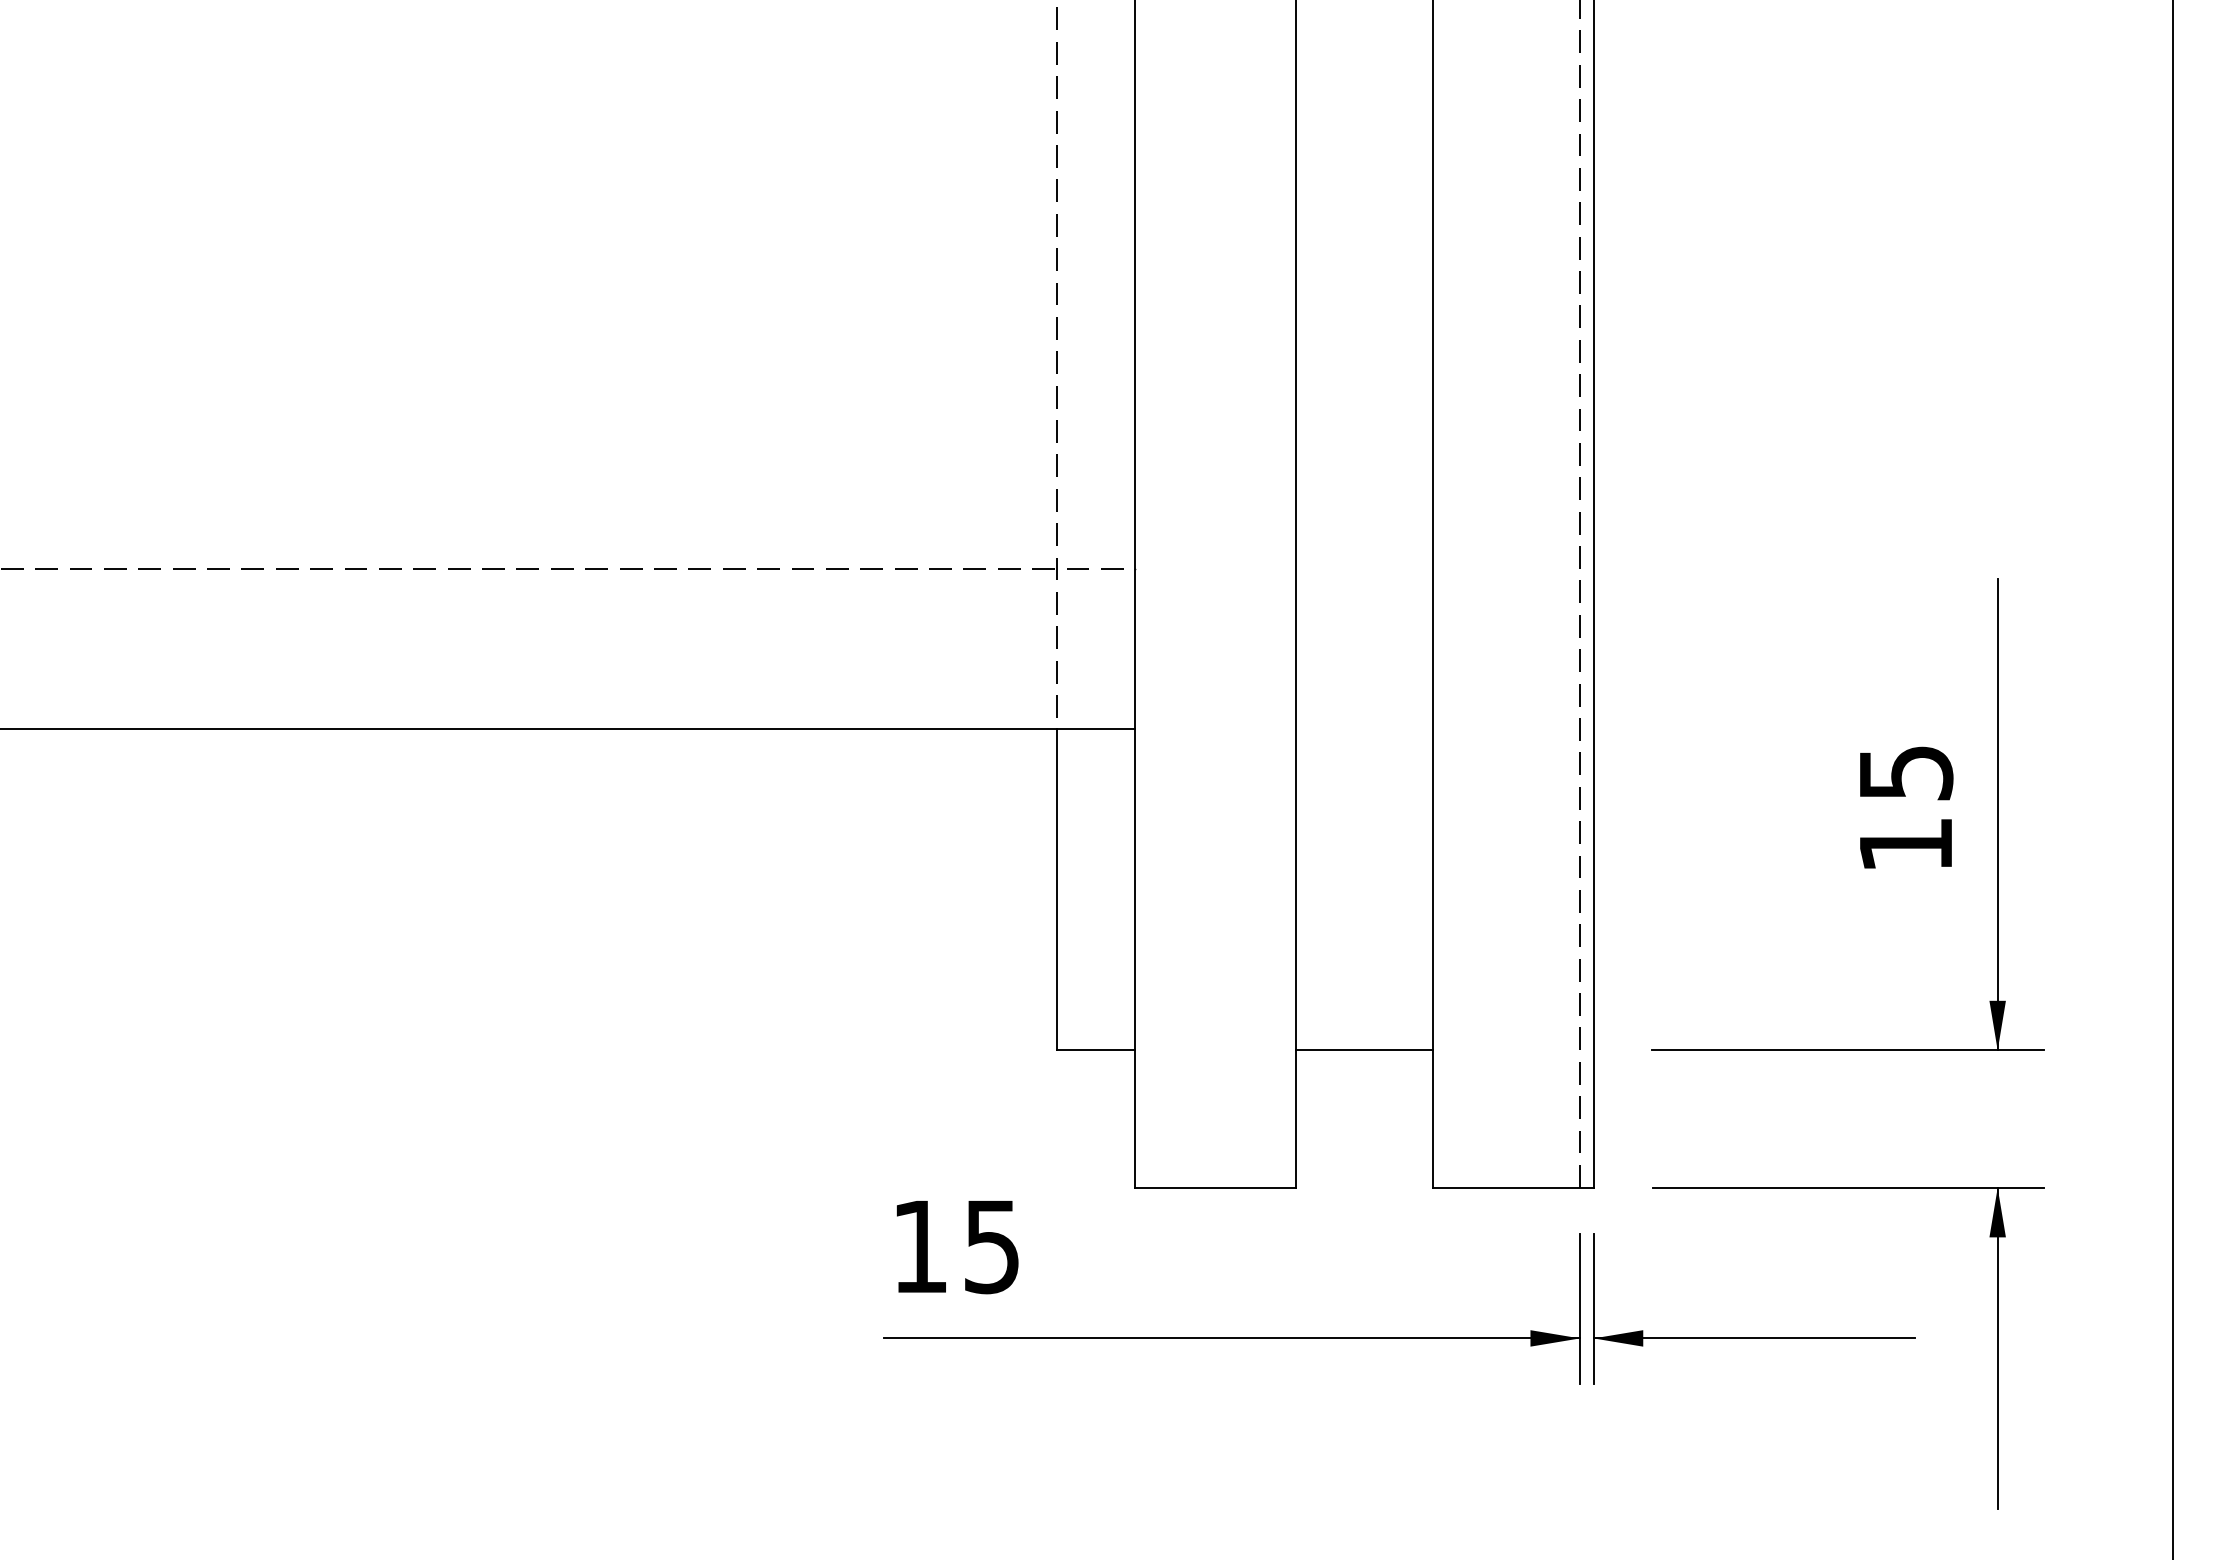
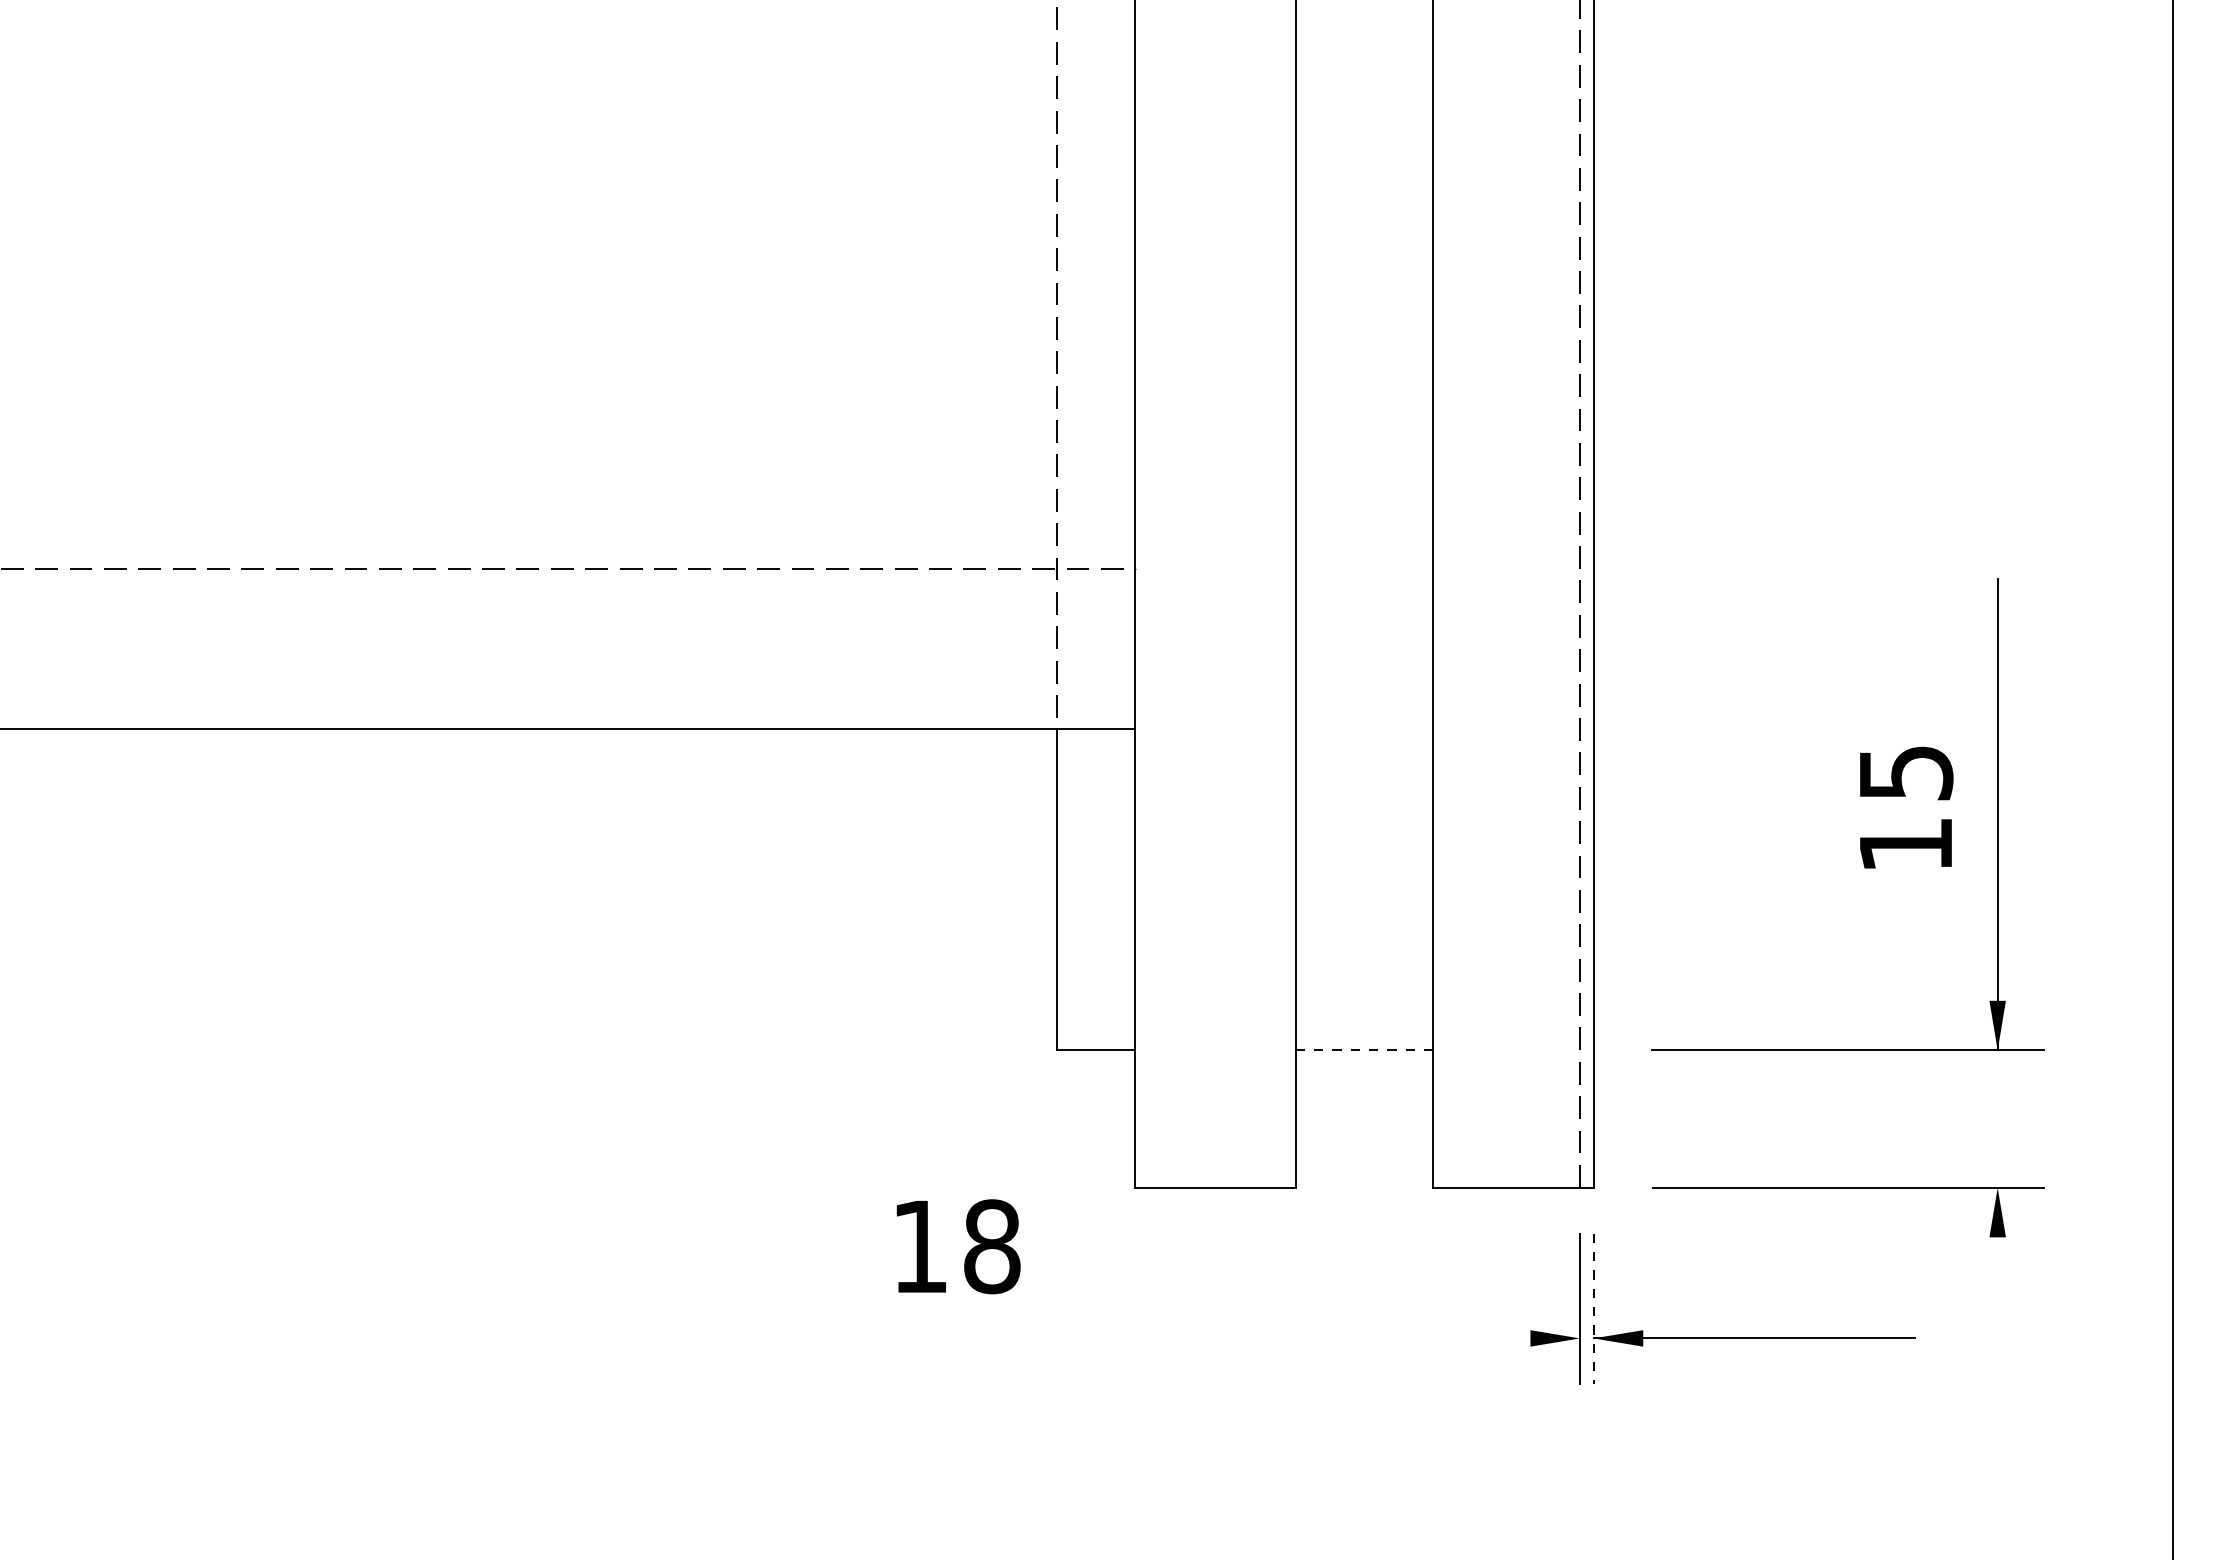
line at (1364, 1050): solid -> dashed
text at (992, 1246): 15 -> 18
line at (1593, 1309): solid -> dashed
line at (1231, 1338): present -> none
line at (1997, 1347): present -> none
